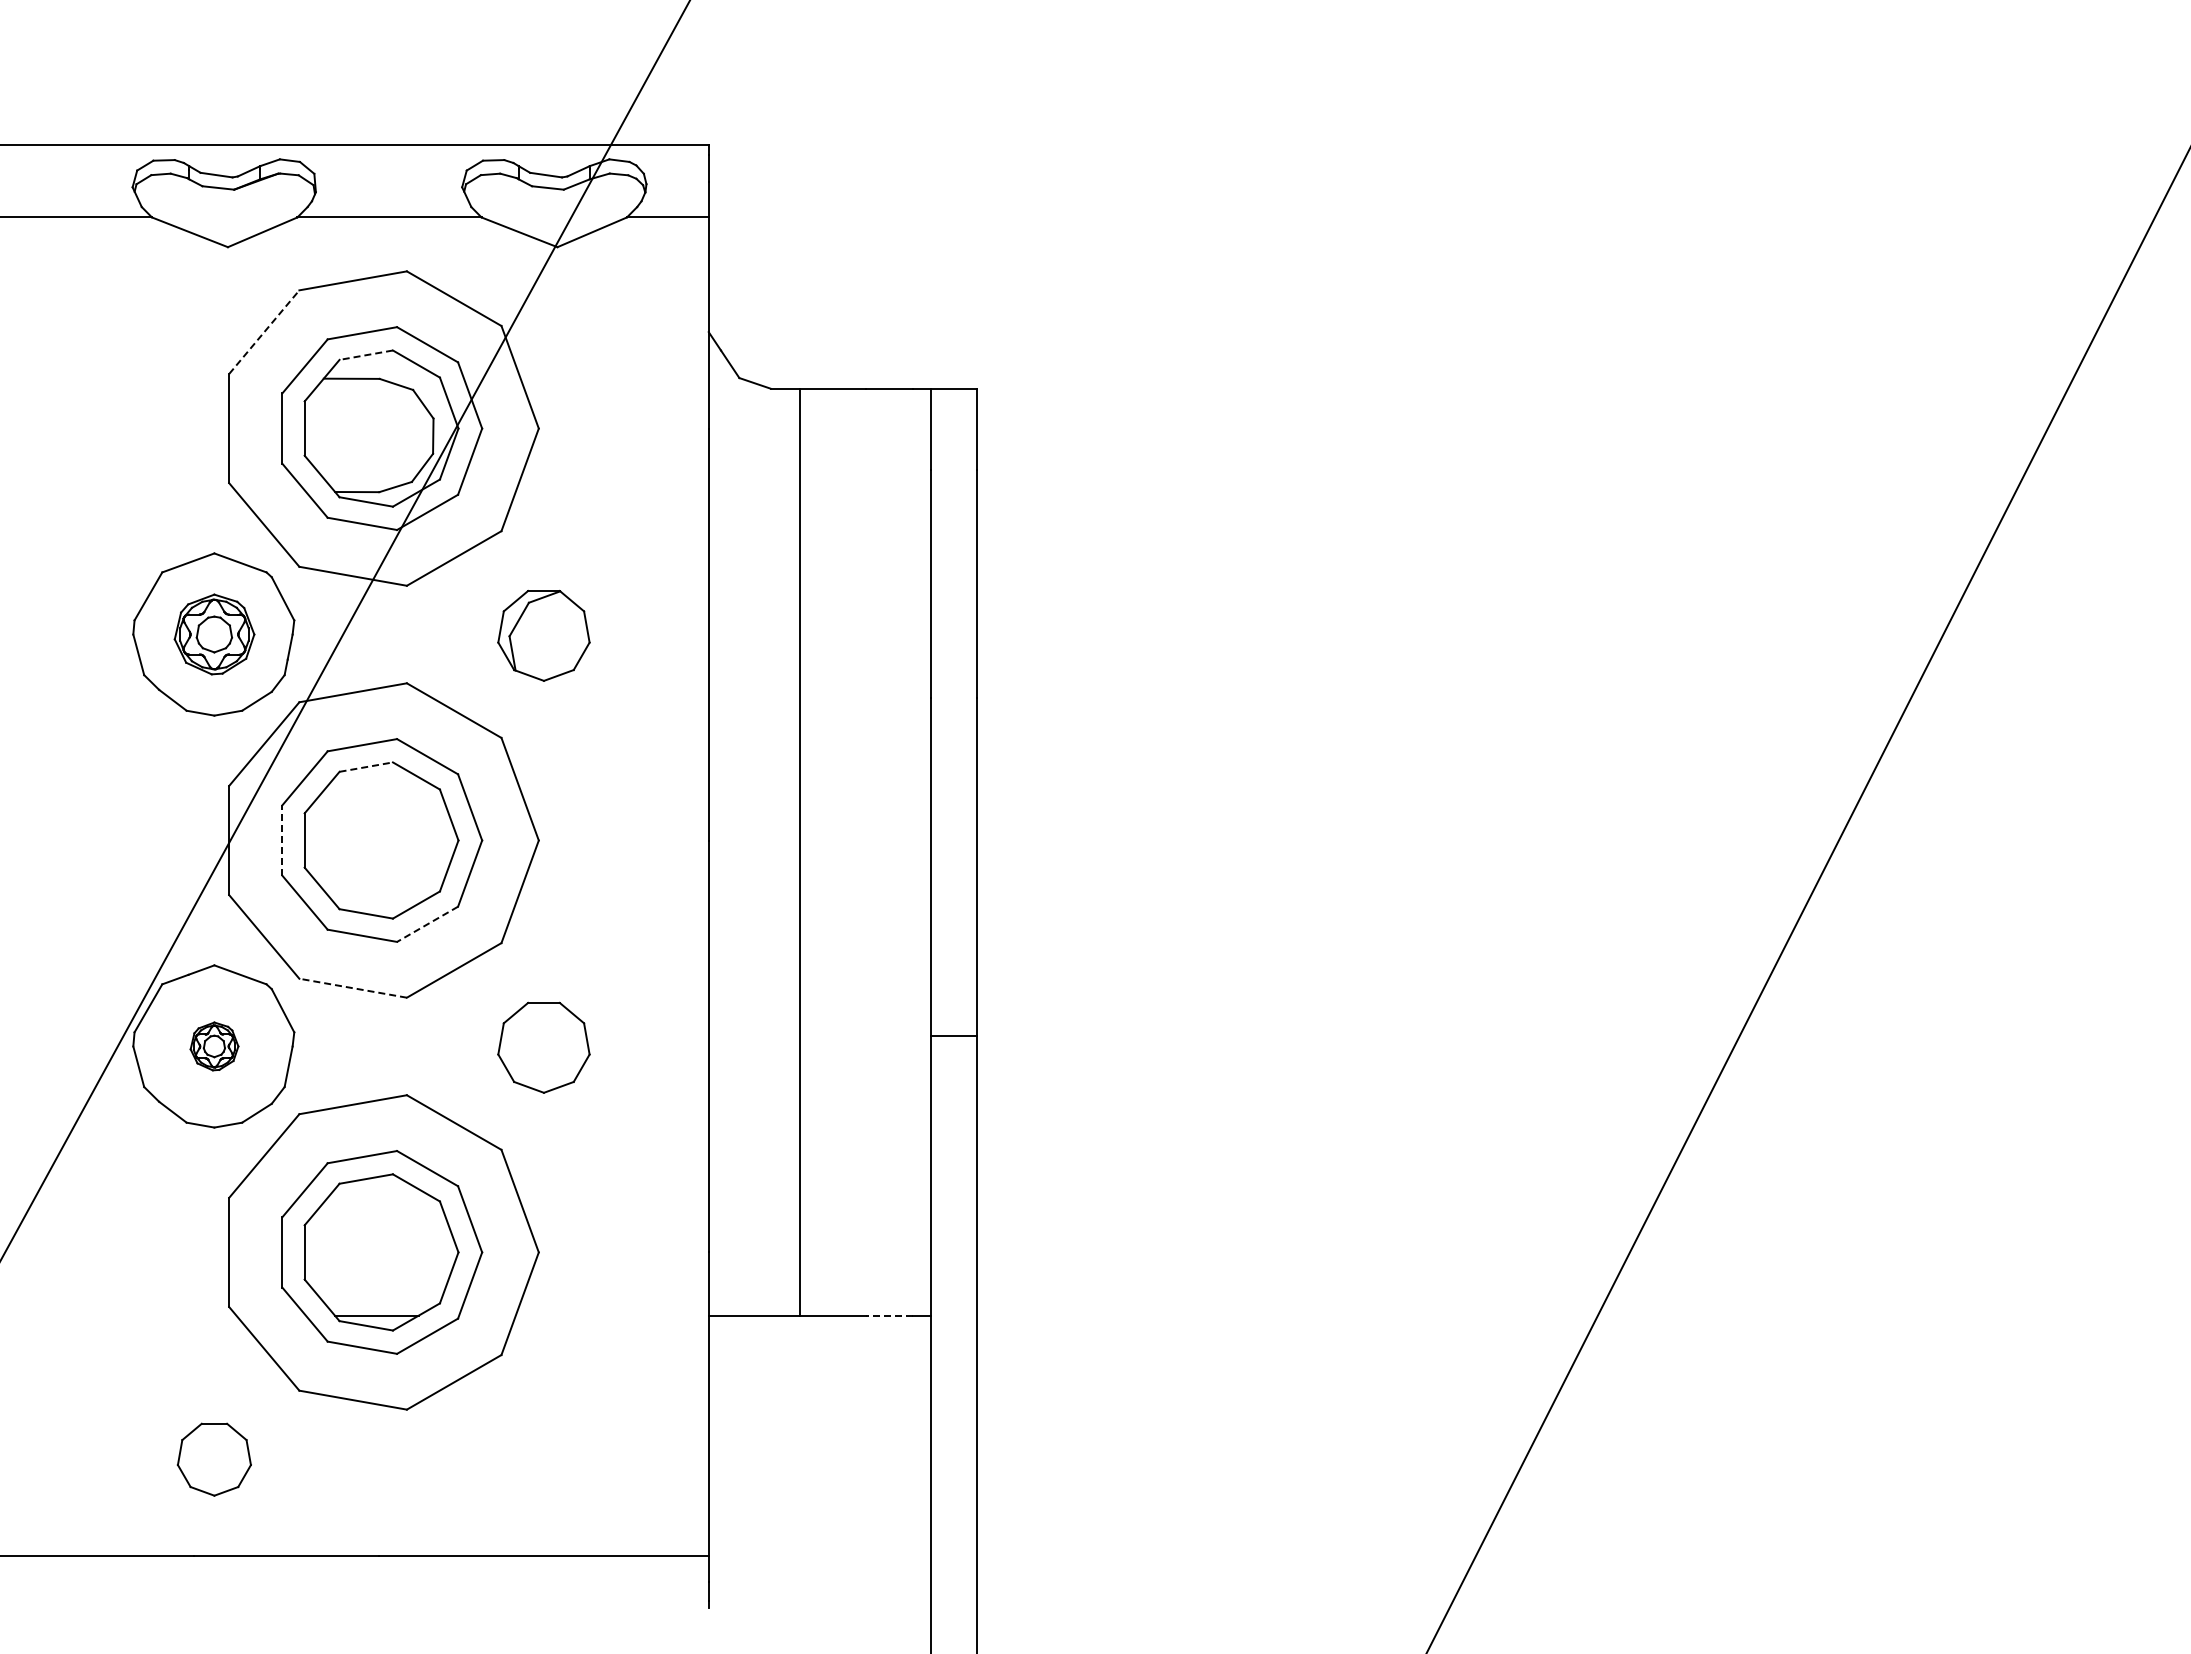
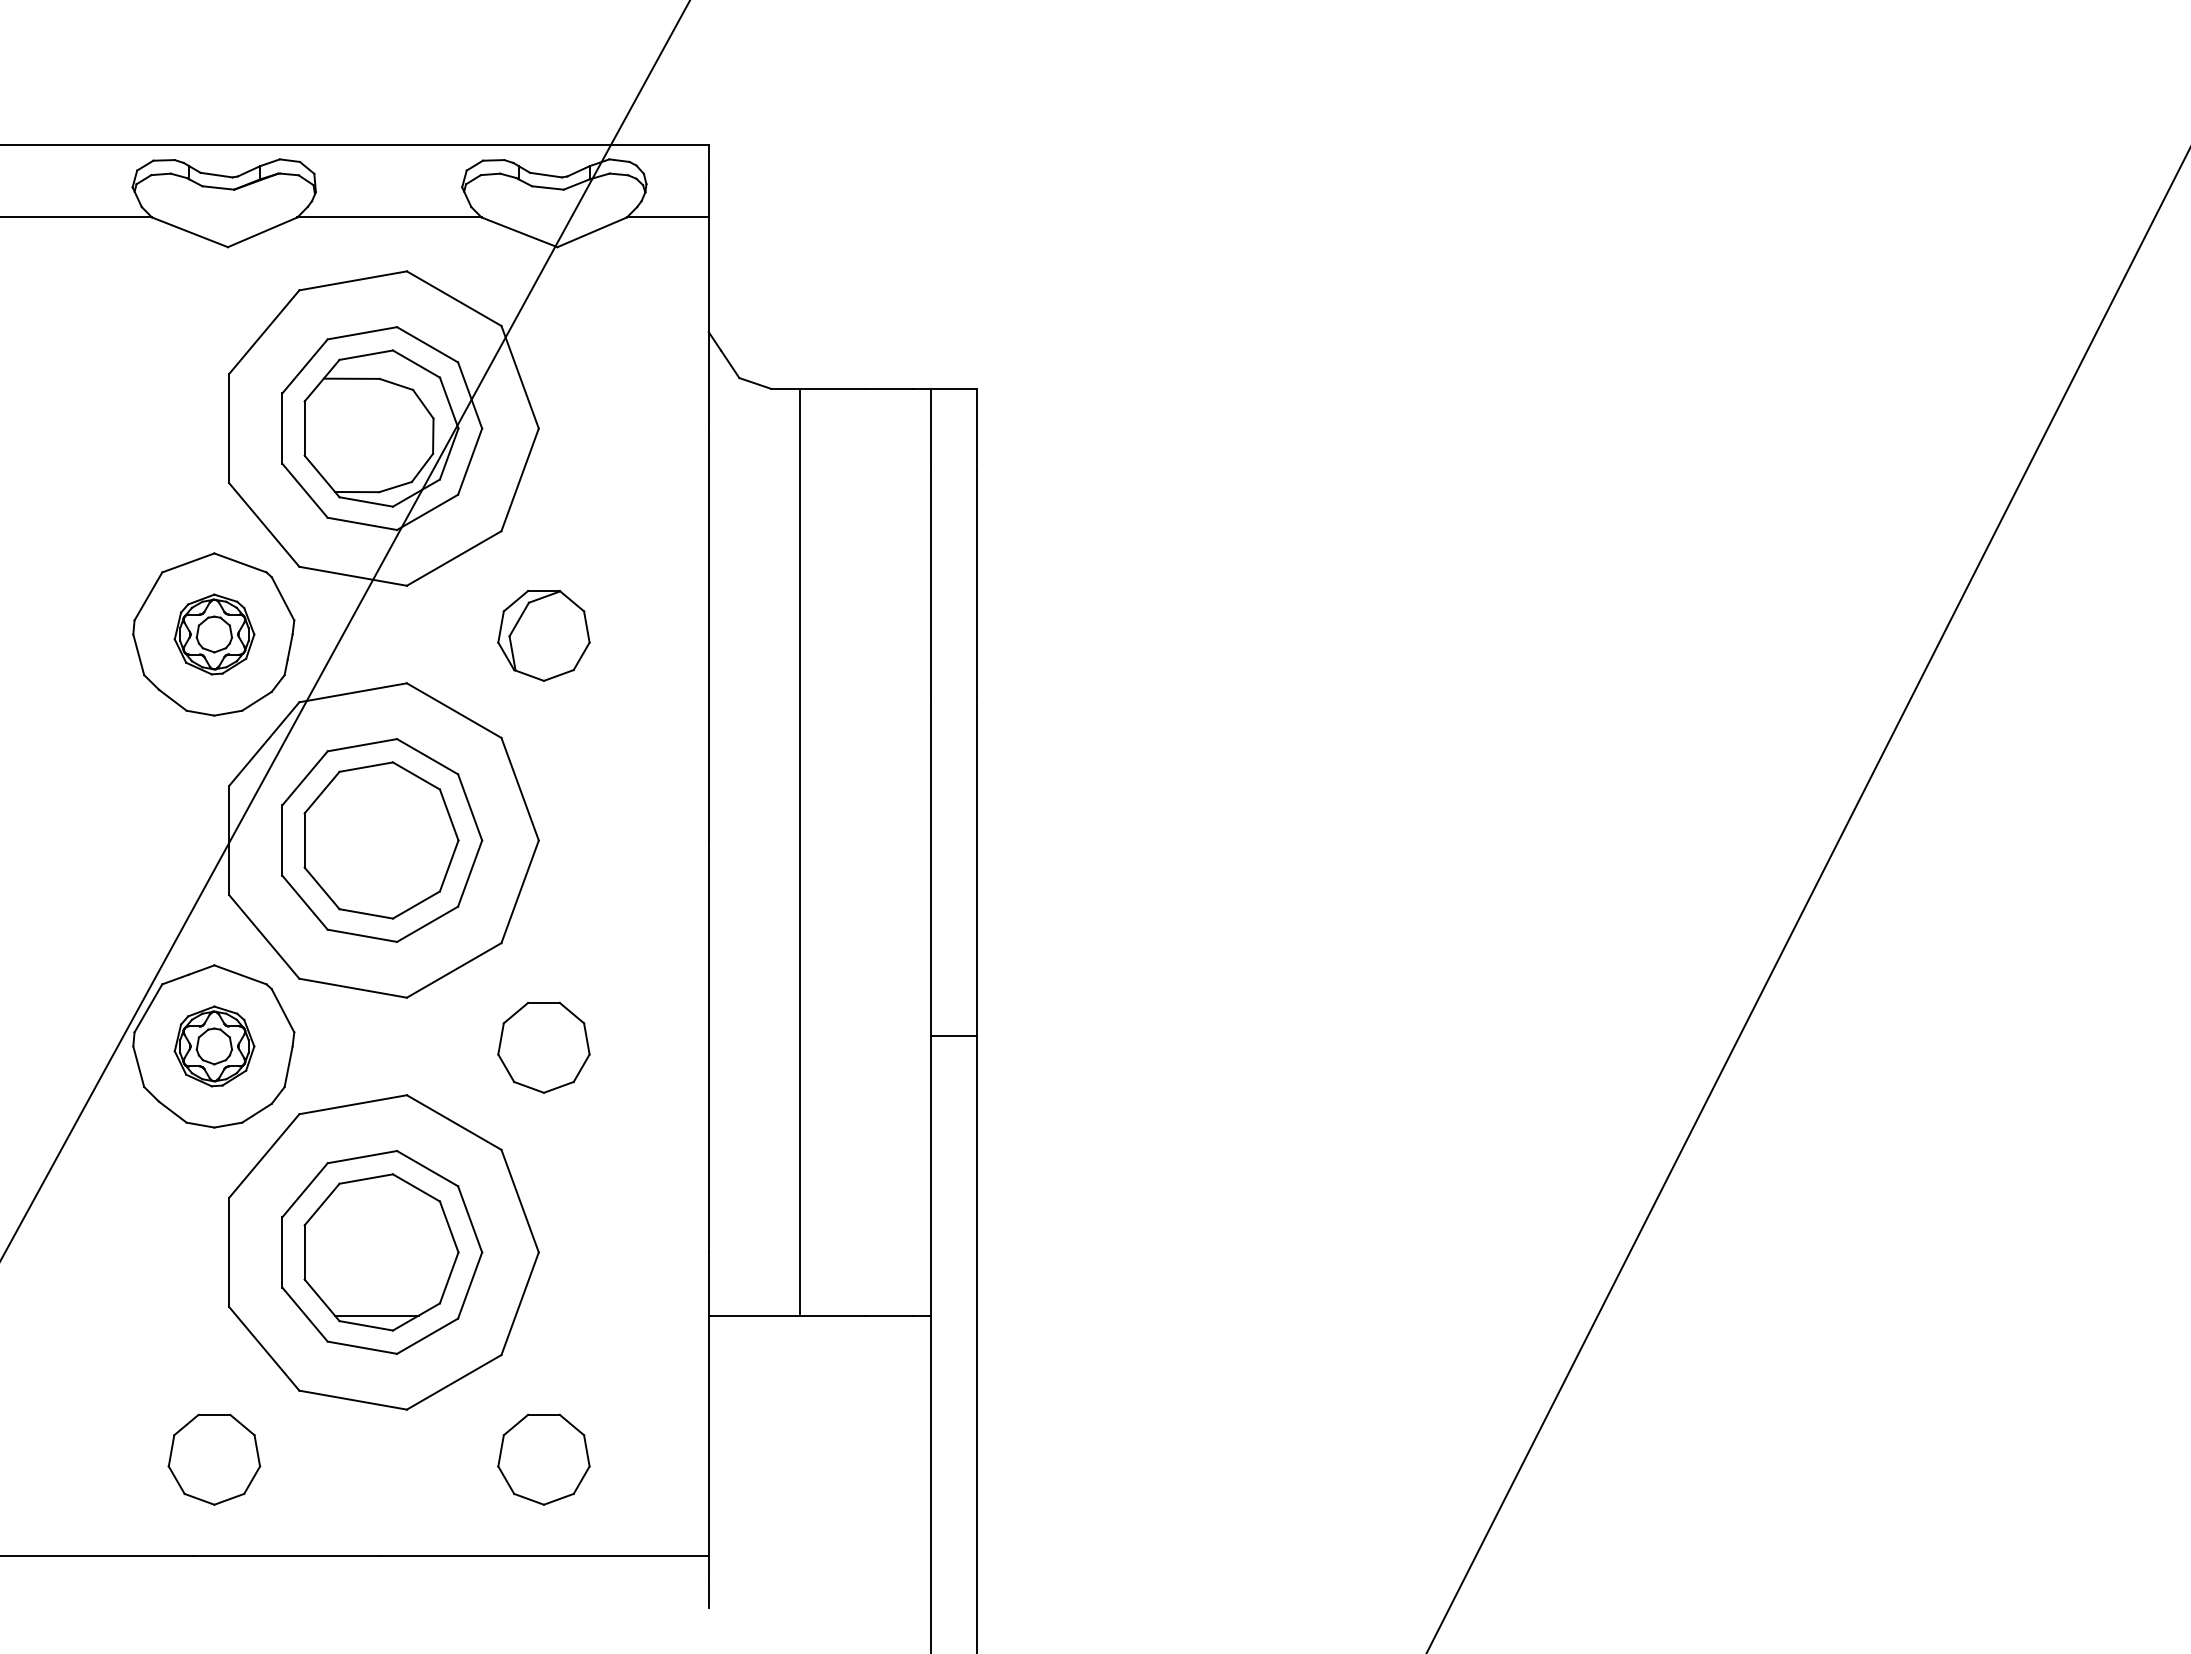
line at (264, 332): dashed -> solid
line at (365, 355): dashed -> solid
line at (366, 767): dashed -> solid
line at (282, 840): dashed -> solid
line at (427, 924): dashed -> solid
line at (353, 988): dashed -> solid
part at (214, 1046) size: 51x51 px -> 83x83 px
line at (889, 1315): dashed -> solid
part at (213, 1459) size: 76x75 px -> 95x93 px
part at (543, 1459): none -> present
